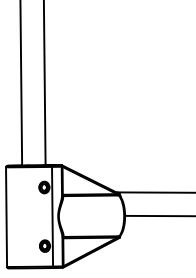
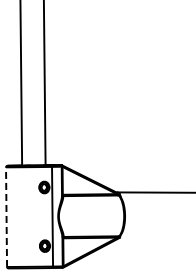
line at (158, 215): present -> none
line at (6, 217): solid -> dashed
